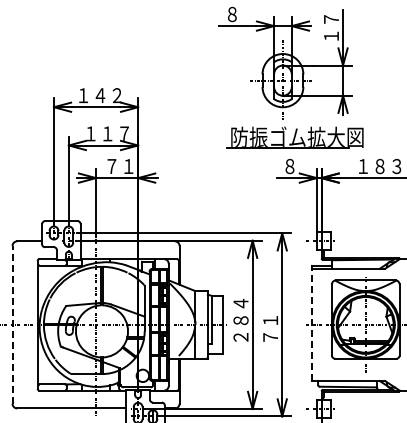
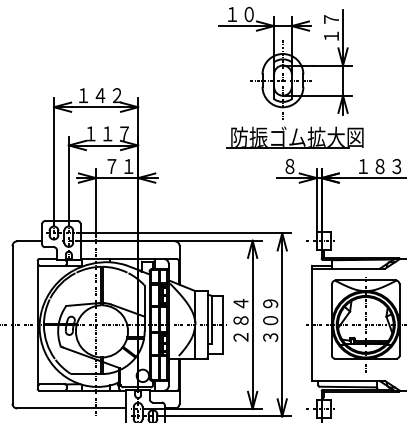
text at (240, 14): ８ -> １０
text at (270, 320): ７１ -> ３０９
line at (311, 322): dashed -> solid
line at (12, 324): dashed -> solid
